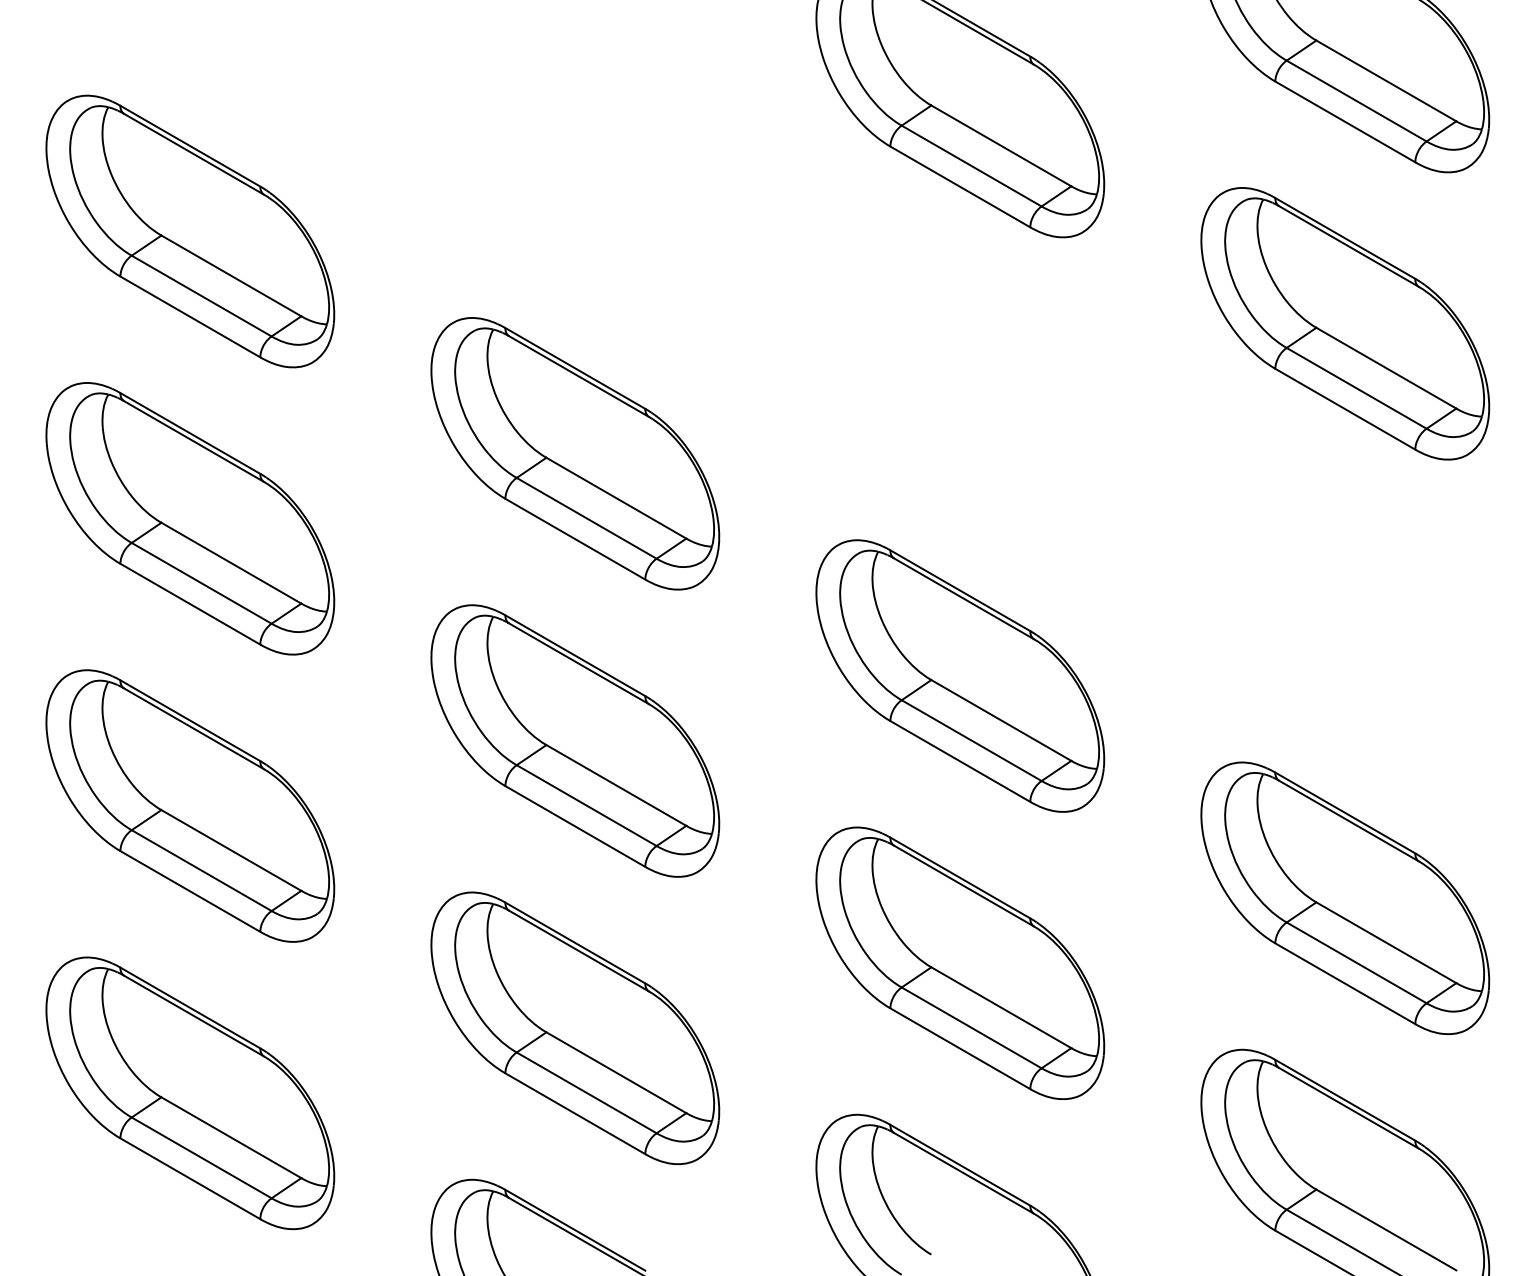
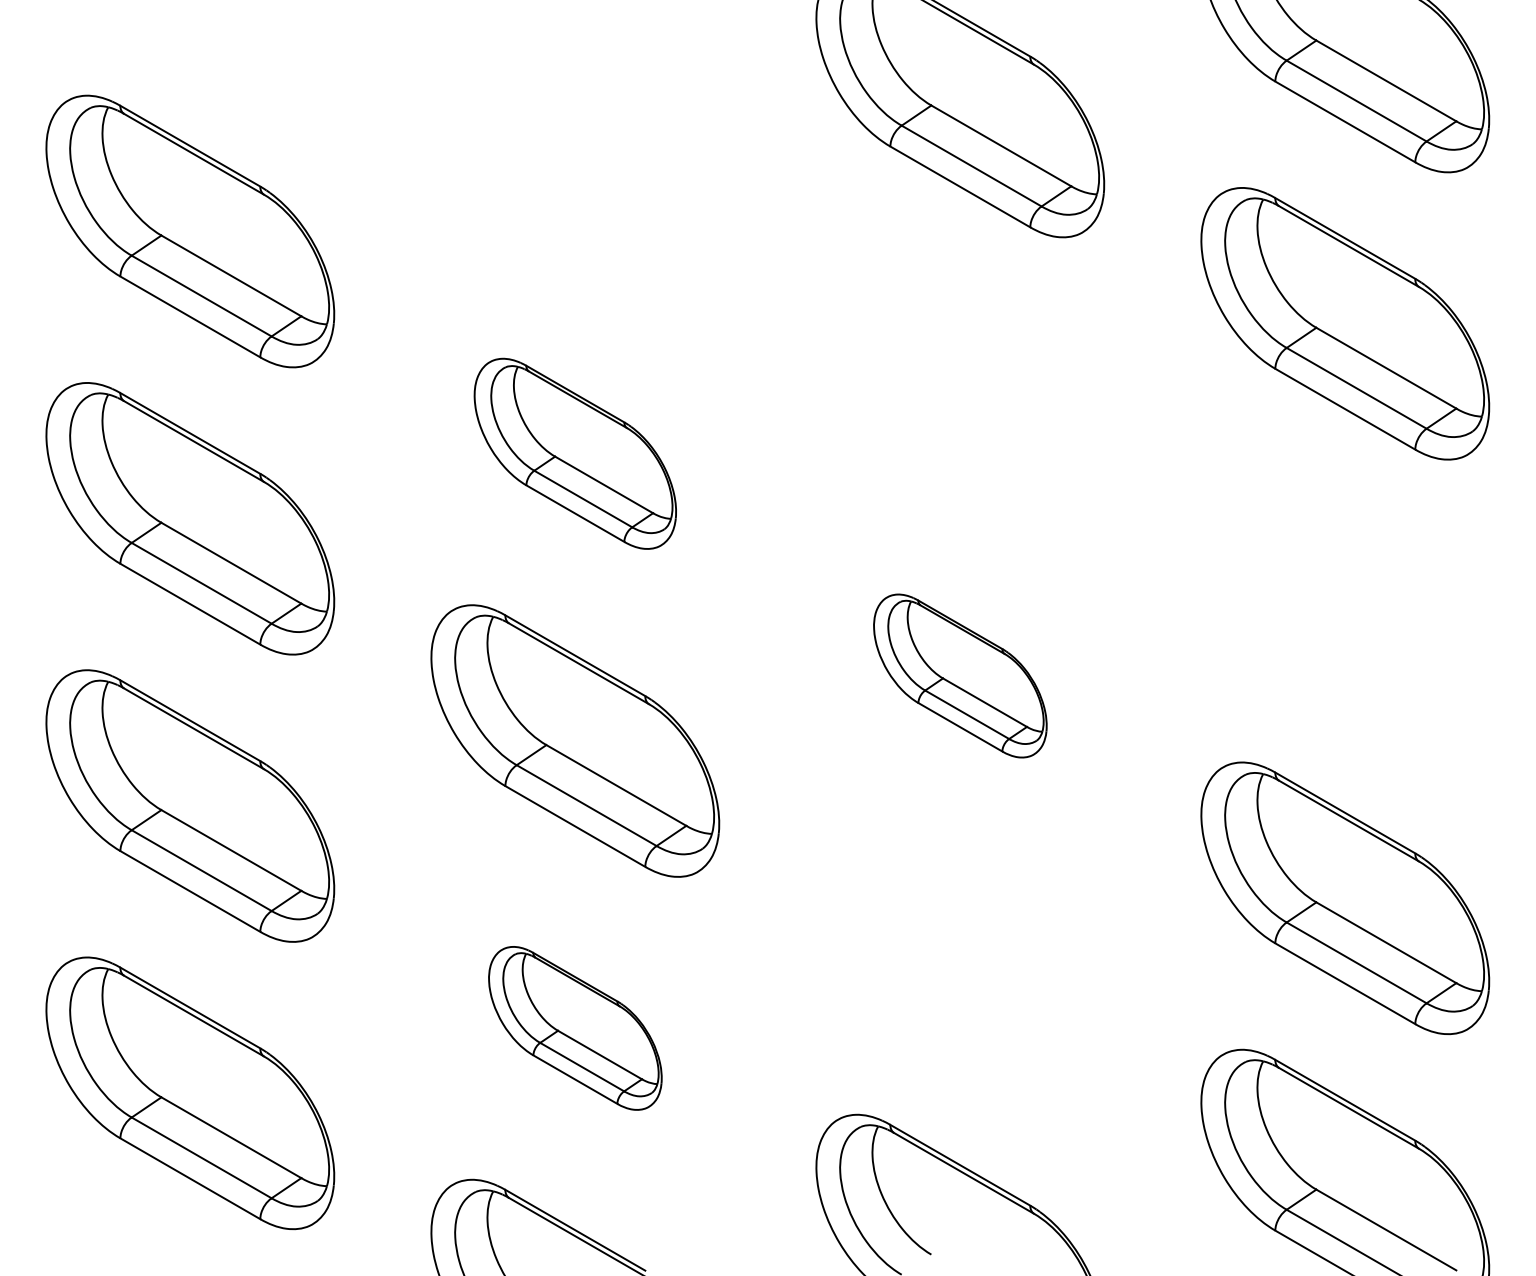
part at (575, 453) size: 291x274 px -> 204x193 px
part at (960, 675) size: 291x274 px -> 175x166 px
part at (960, 962): present -> none
part at (575, 1028) size: 291x275 px -> 175x165 px
